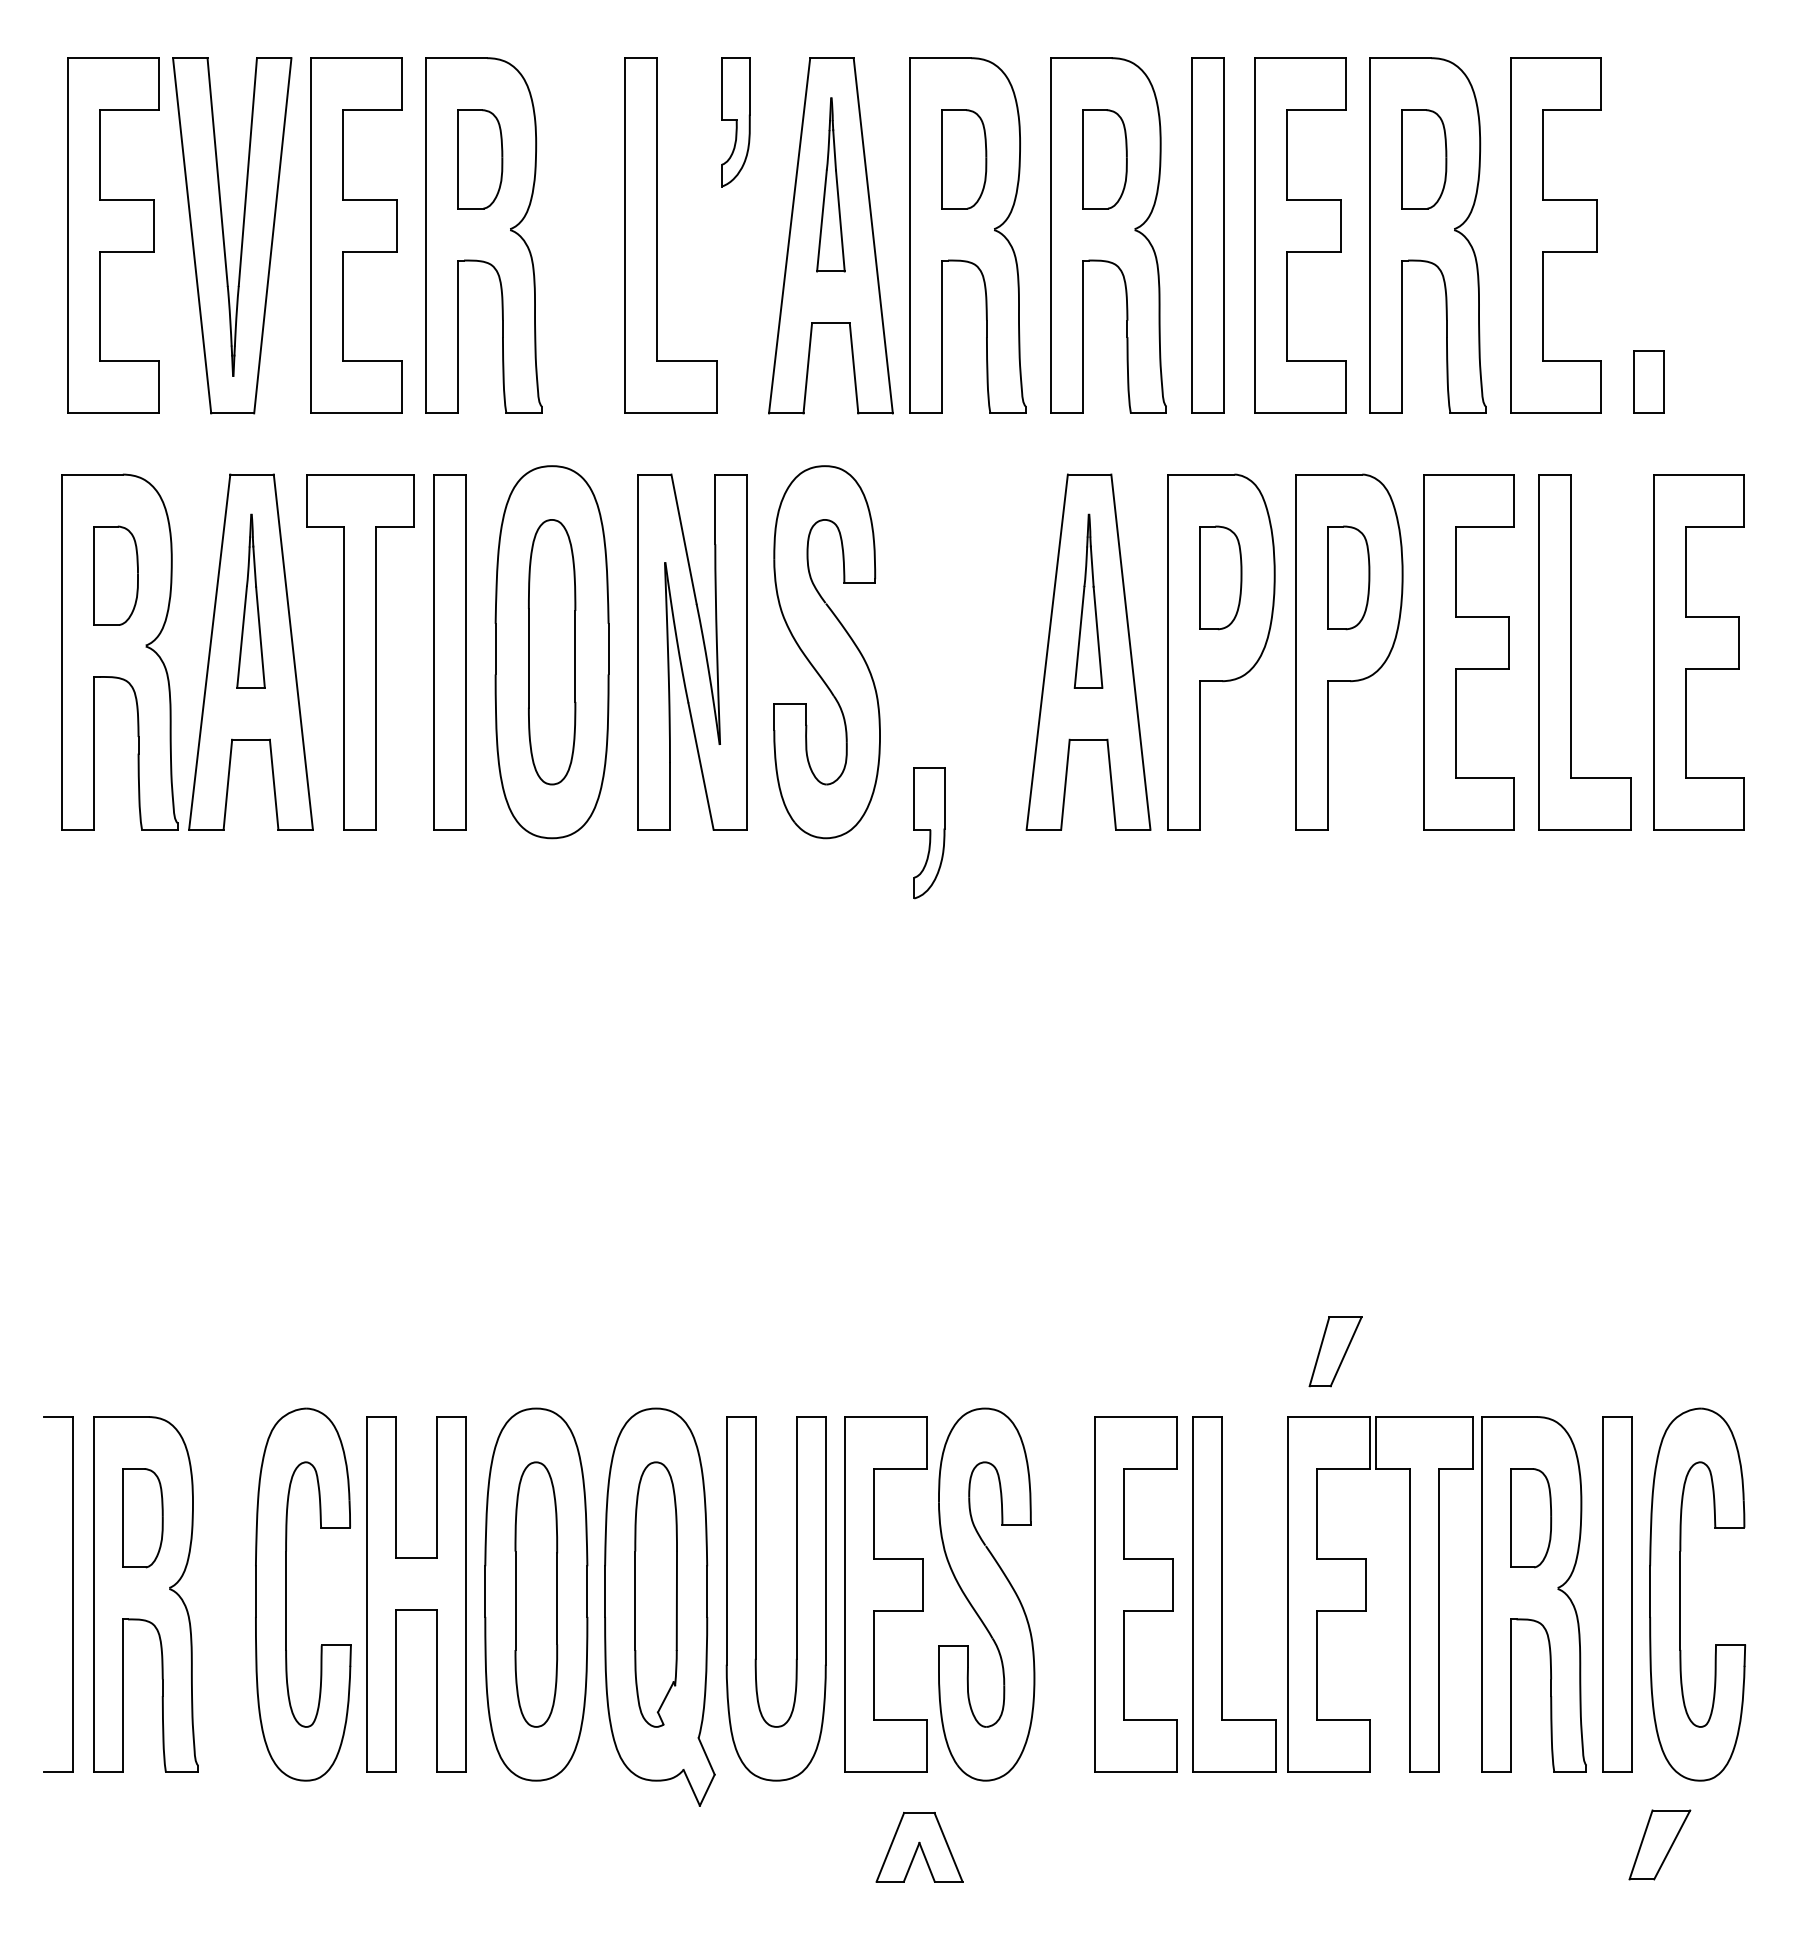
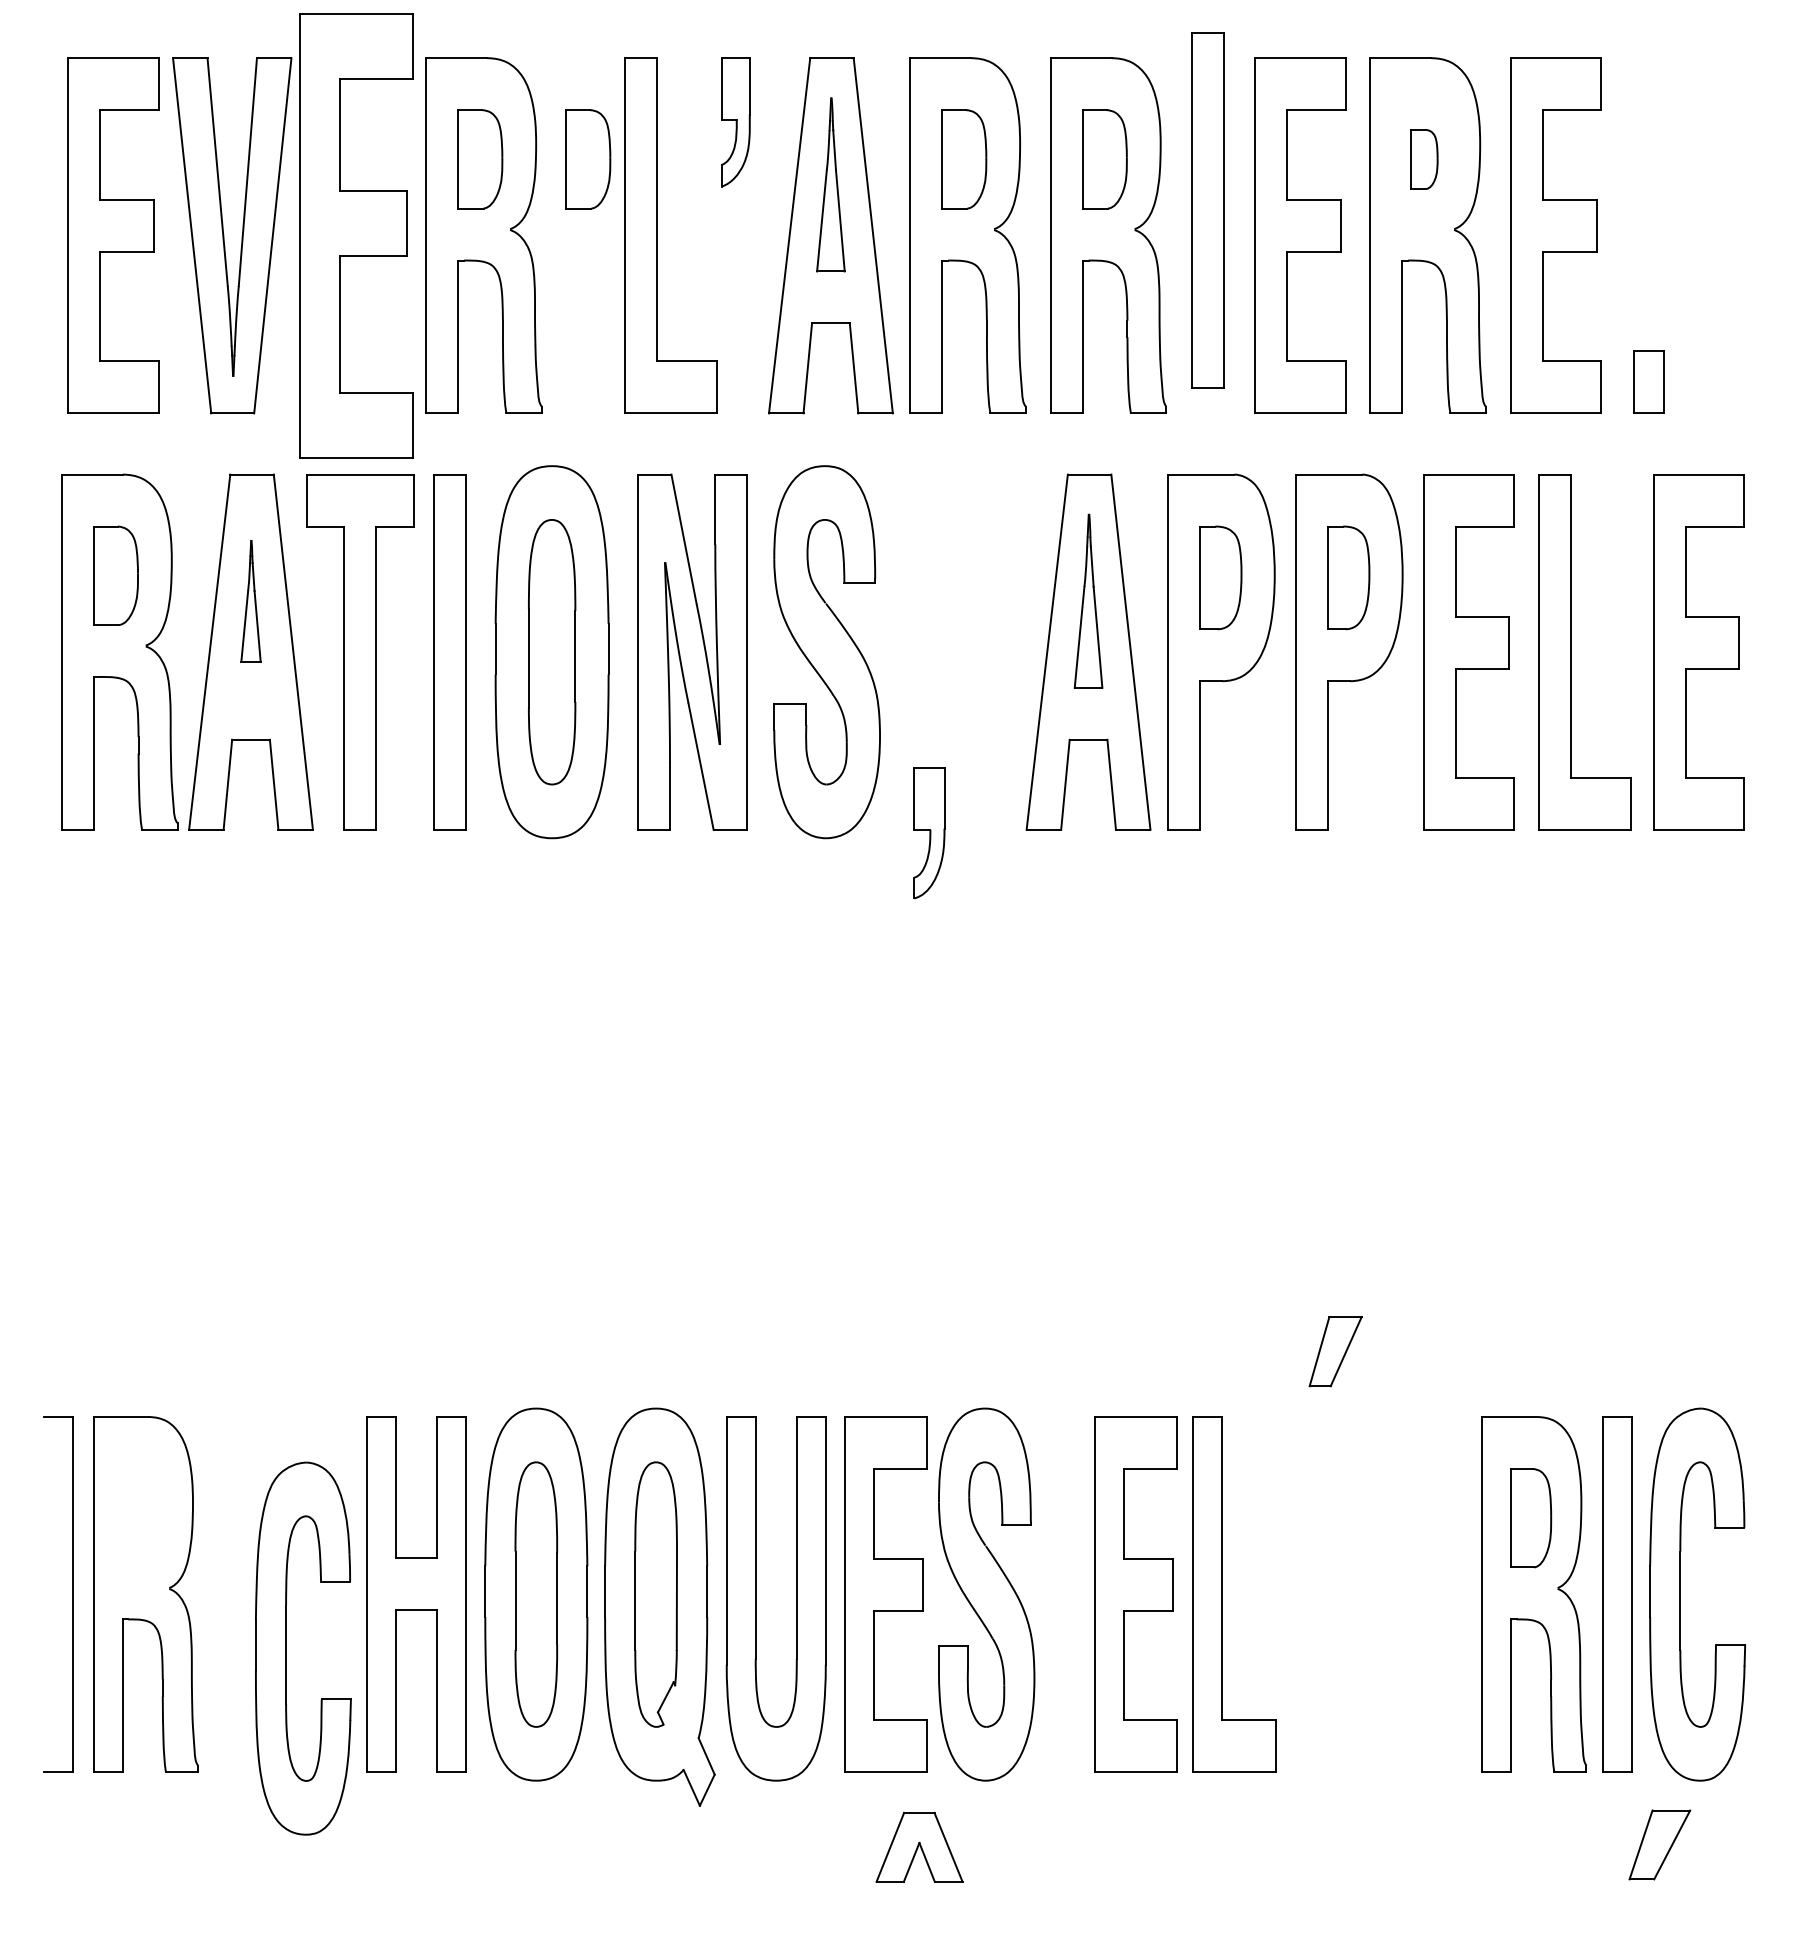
part at (588, 159): none -> present
part at (1424, 159) size: 47x101 px -> 29x61 px
part at (356, 235) size: 93x357 px -> 115x446 px
part at (1207, 235) position: (1207, 235) -> (1207, 210)
part at (250, 600) size: 30x176 px -> 22x123 px
part at (142, 1518): present -> none
part at (286, 1594) position: (286, 1594) -> (286, 1648)
part at (1366, 1594): present -> none
